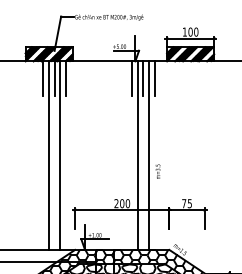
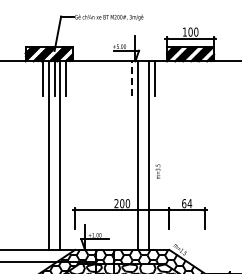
line at (132, 78): solid -> dashed
line at (143, 78): present -> none
text at (187, 203): 75 -> 64
